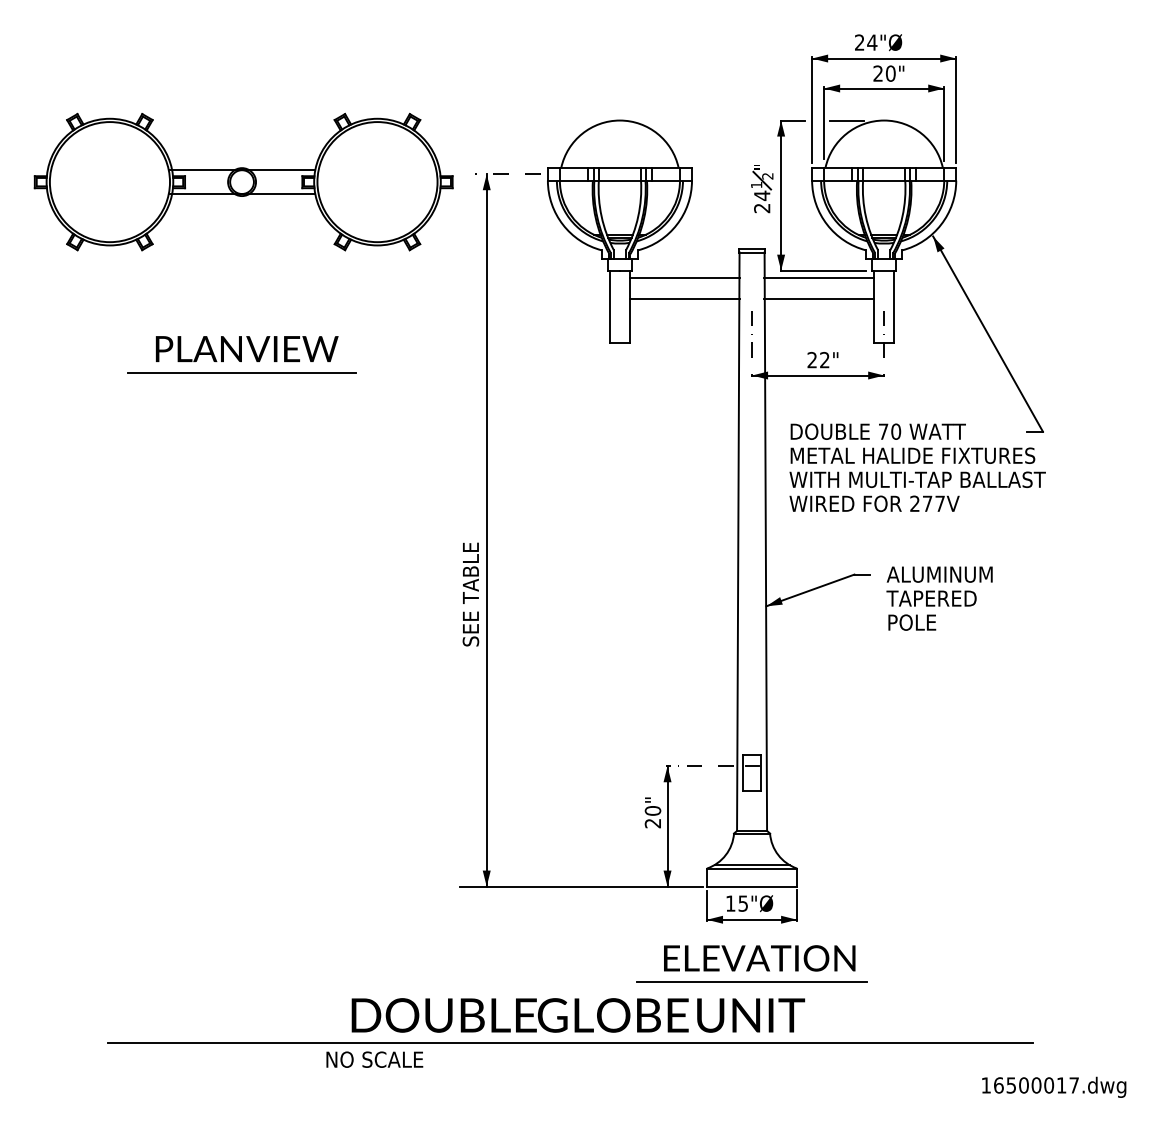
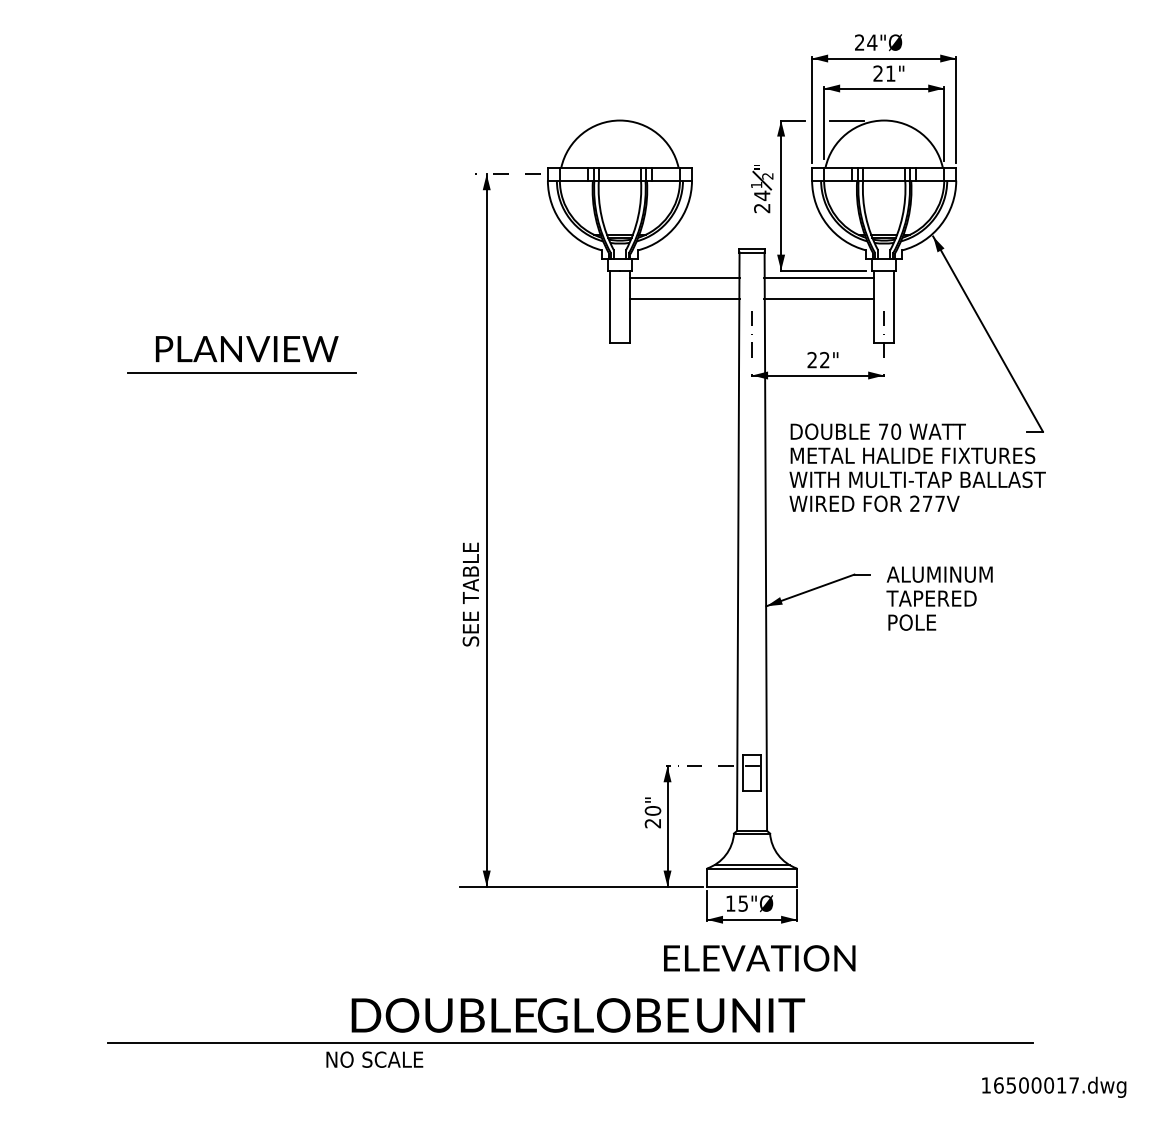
text at (890, 73): 20" -> 21"
part at (243, 181): present -> none
line at (751, 981): present -> none
